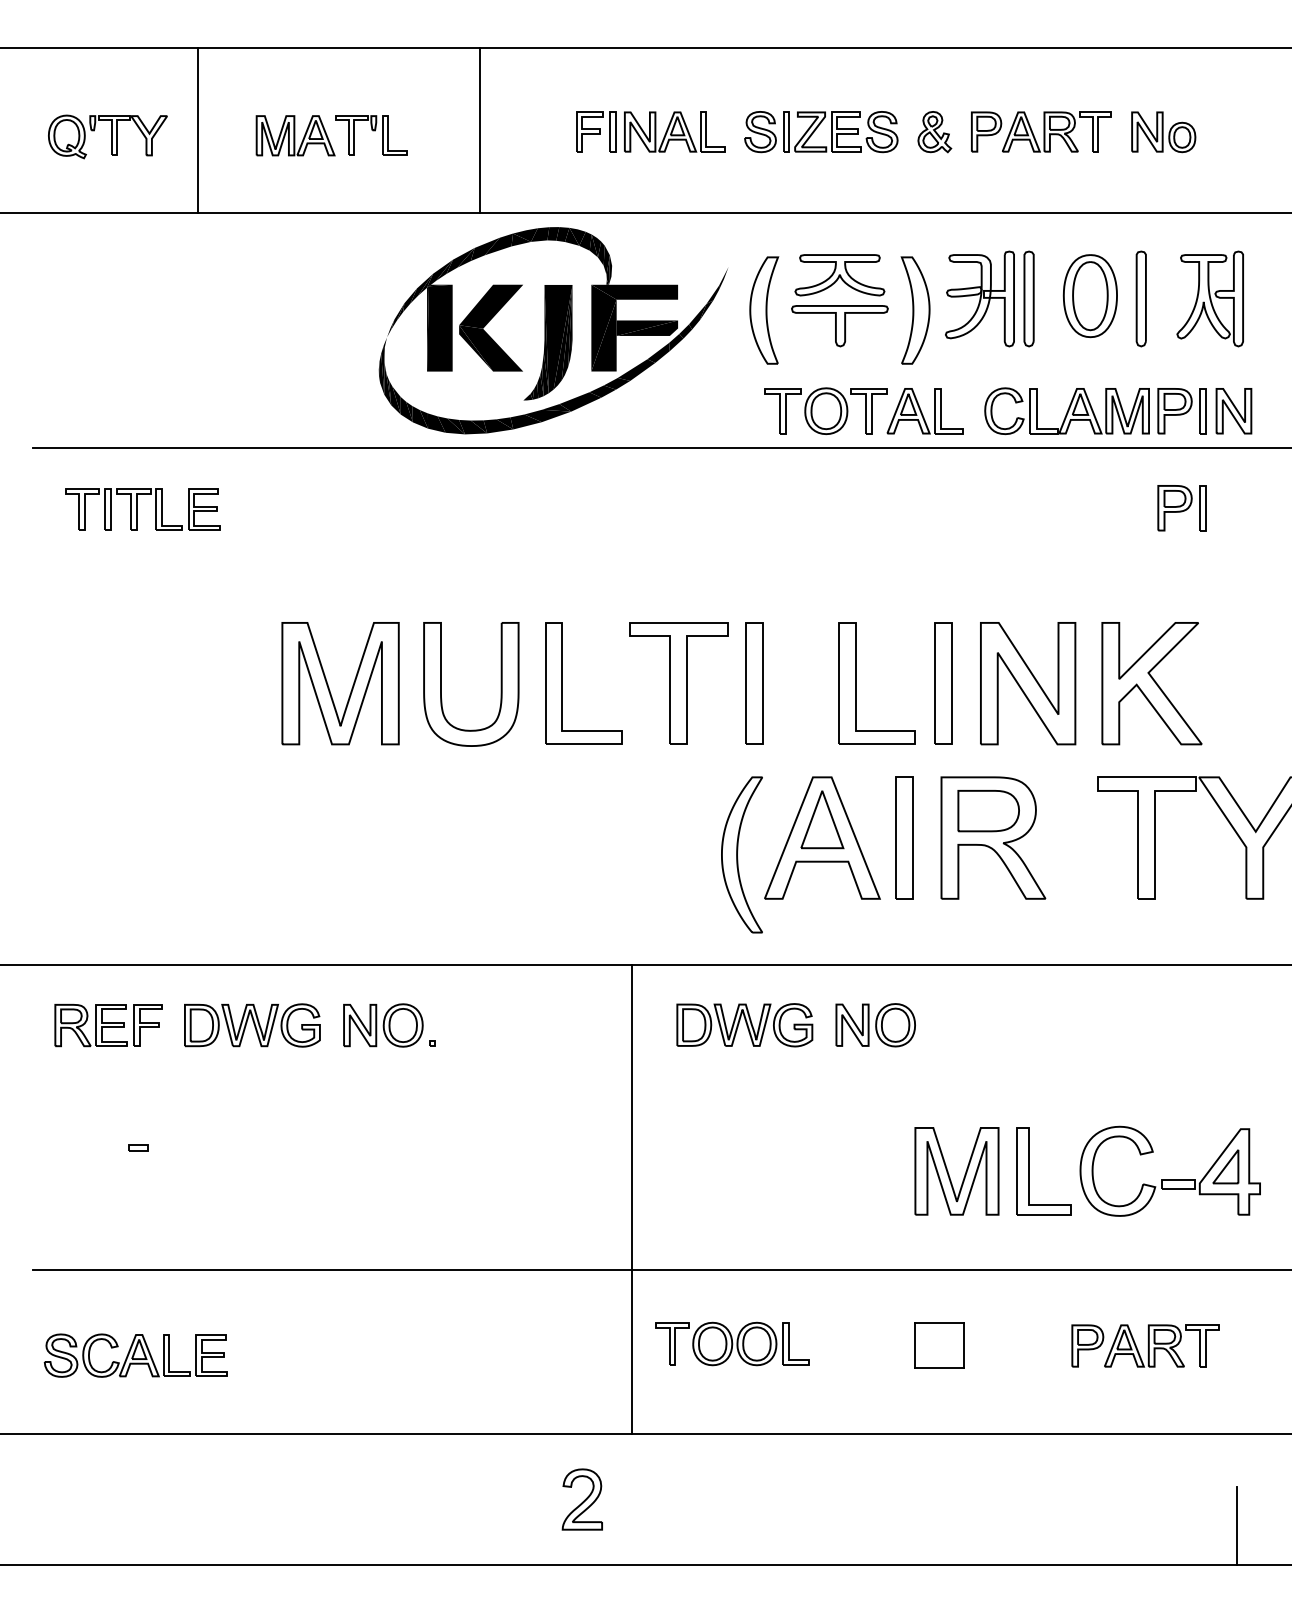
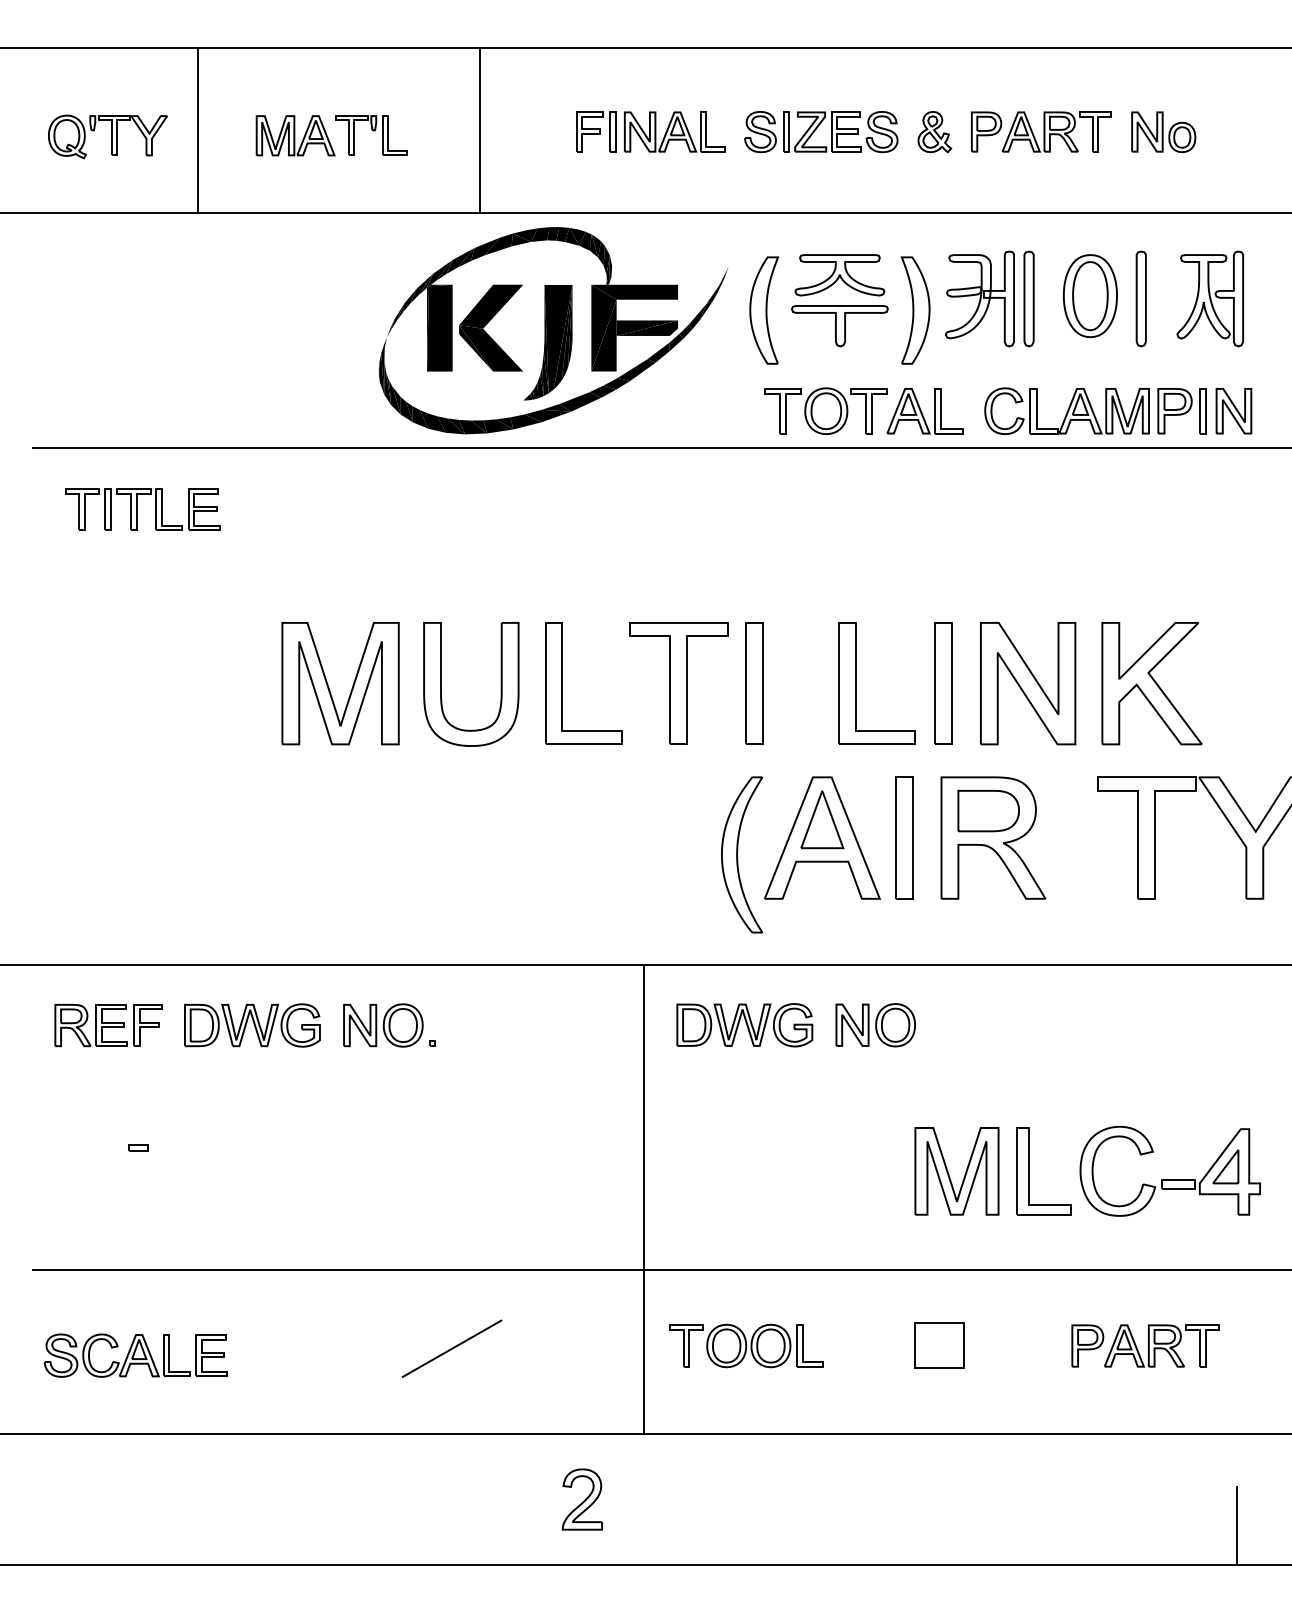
part at (1181, 508): present -> none
line at (632, 1199) position: (632, 1199) -> (644, 1199)
part at (732, 1343) position: (732, 1343) -> (746, 1345)
line at (451, 1348): none -> present
